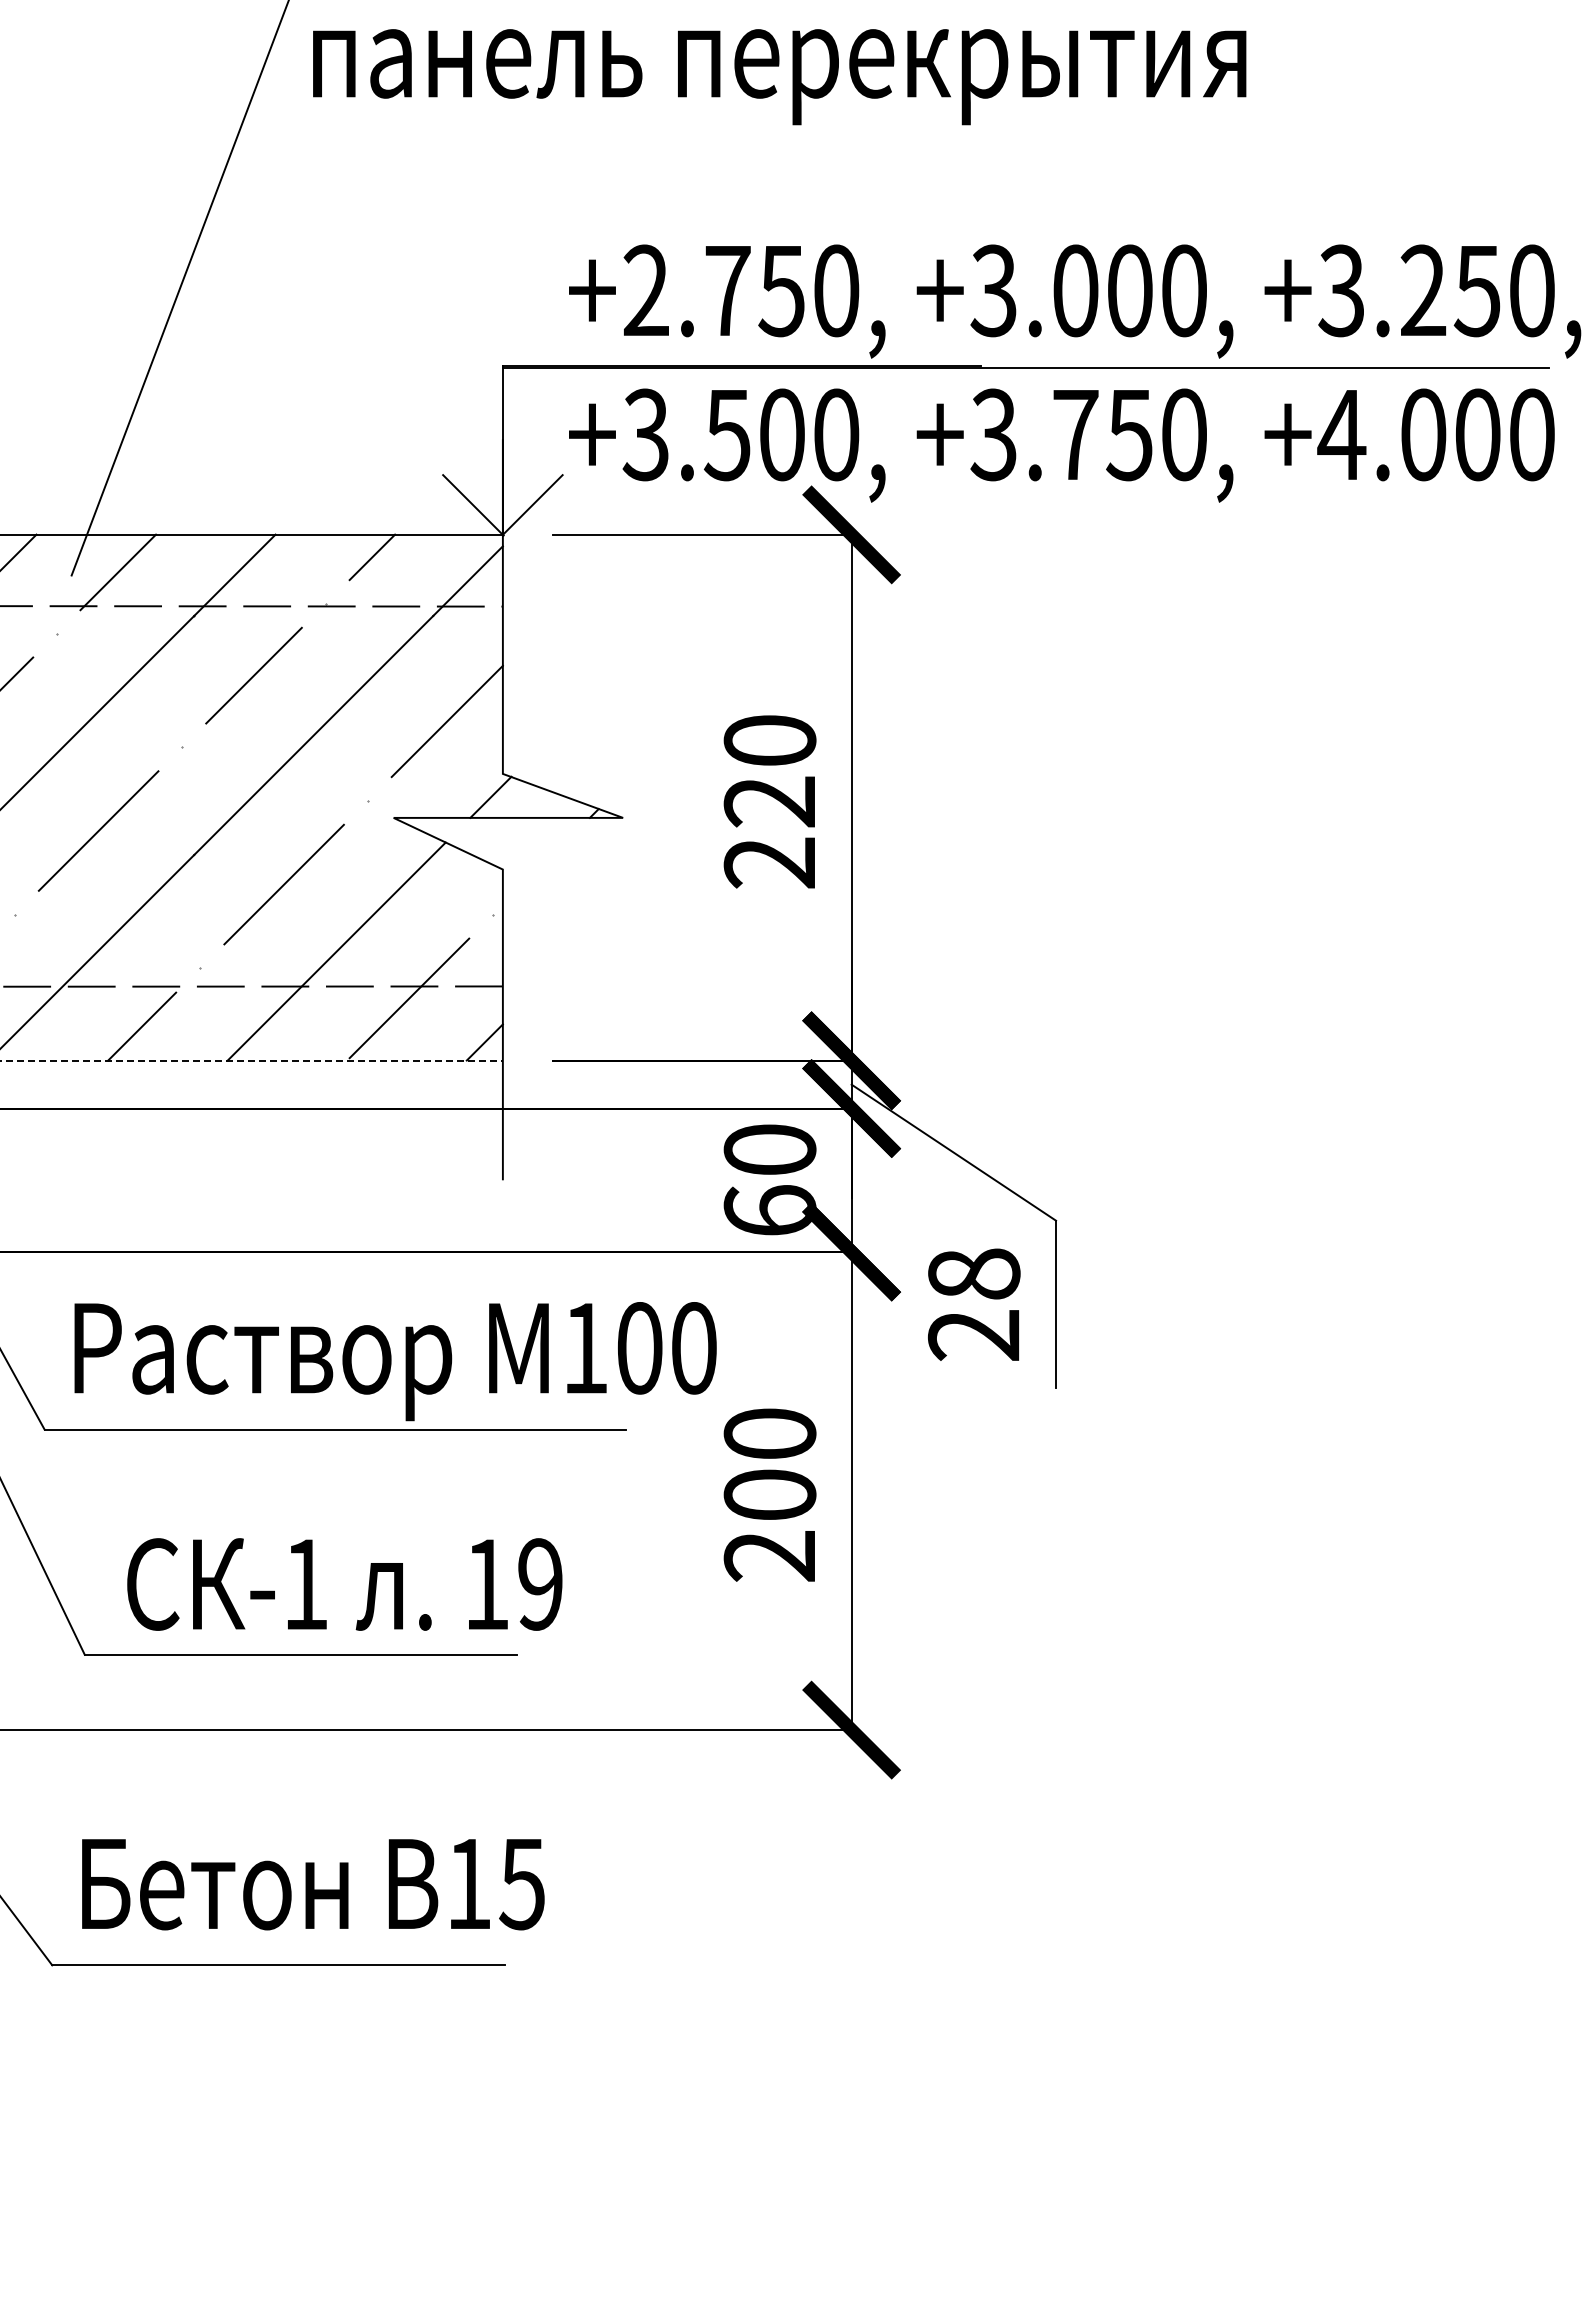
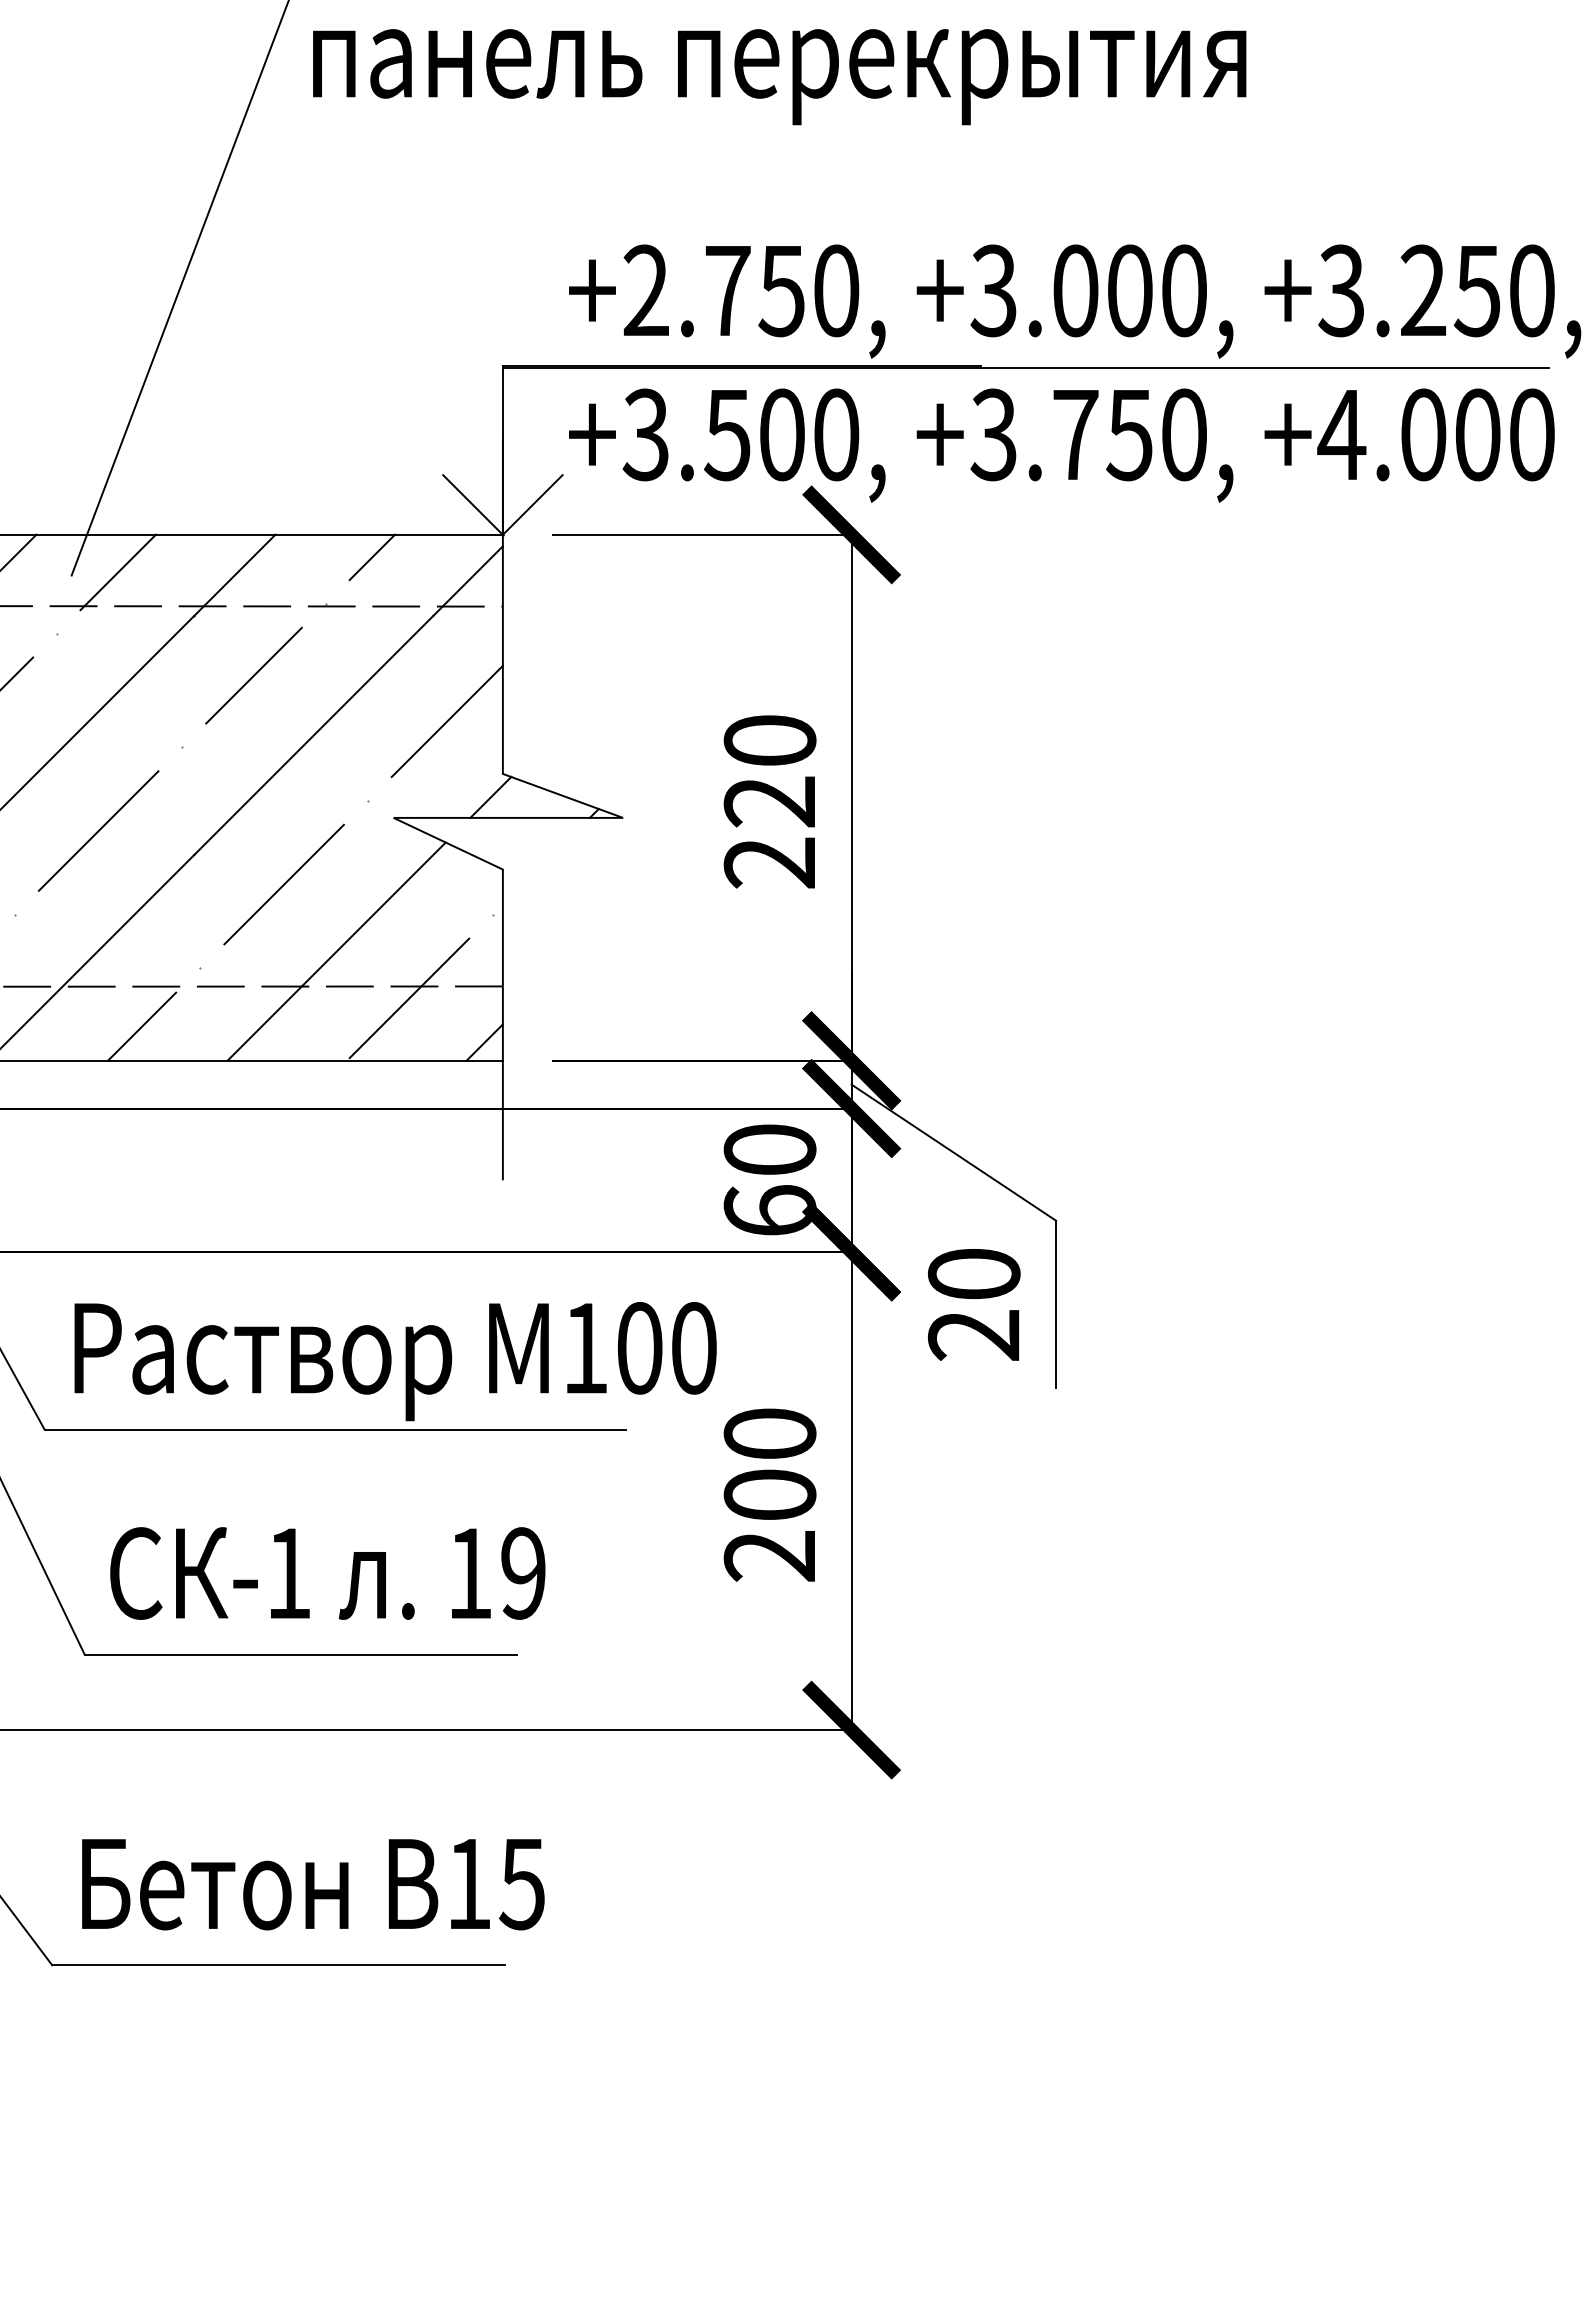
line at (251, 1060): dashed -> solid
text at (974, 1273): 28 -> 20
text at (344, 1584) position: (344, 1584) -> (327, 1573)
